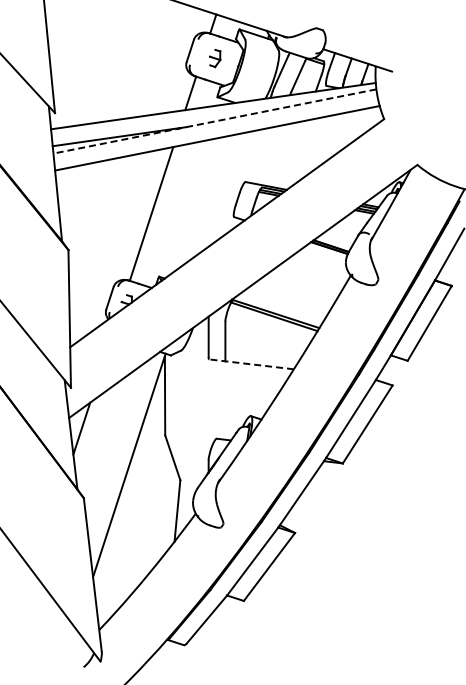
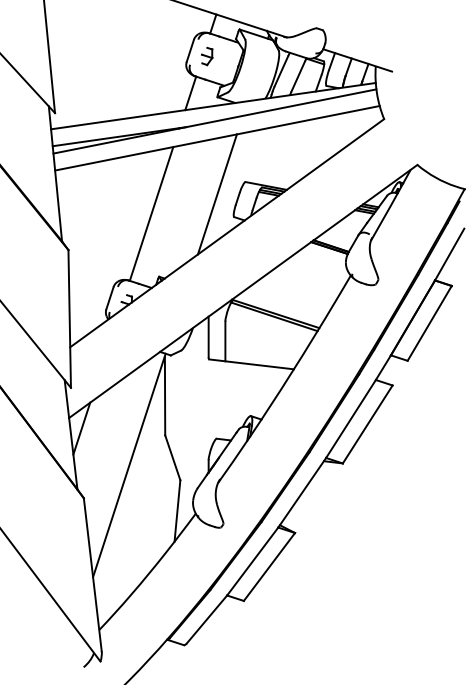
part at (215, 58) position: (215, 58) -> (207, 56)
line at (214, 121): dashed -> solid
line at (216, 194): none -> present
line at (251, 364): dashed -> solid
